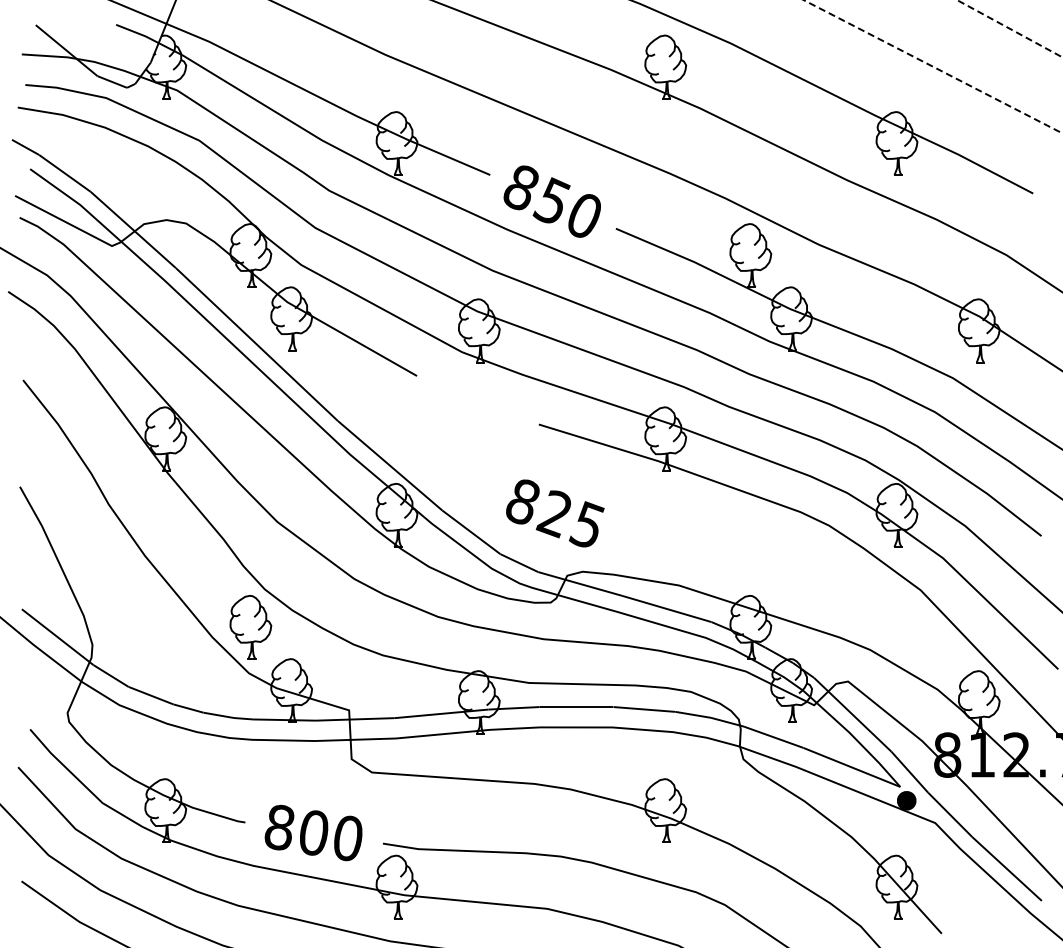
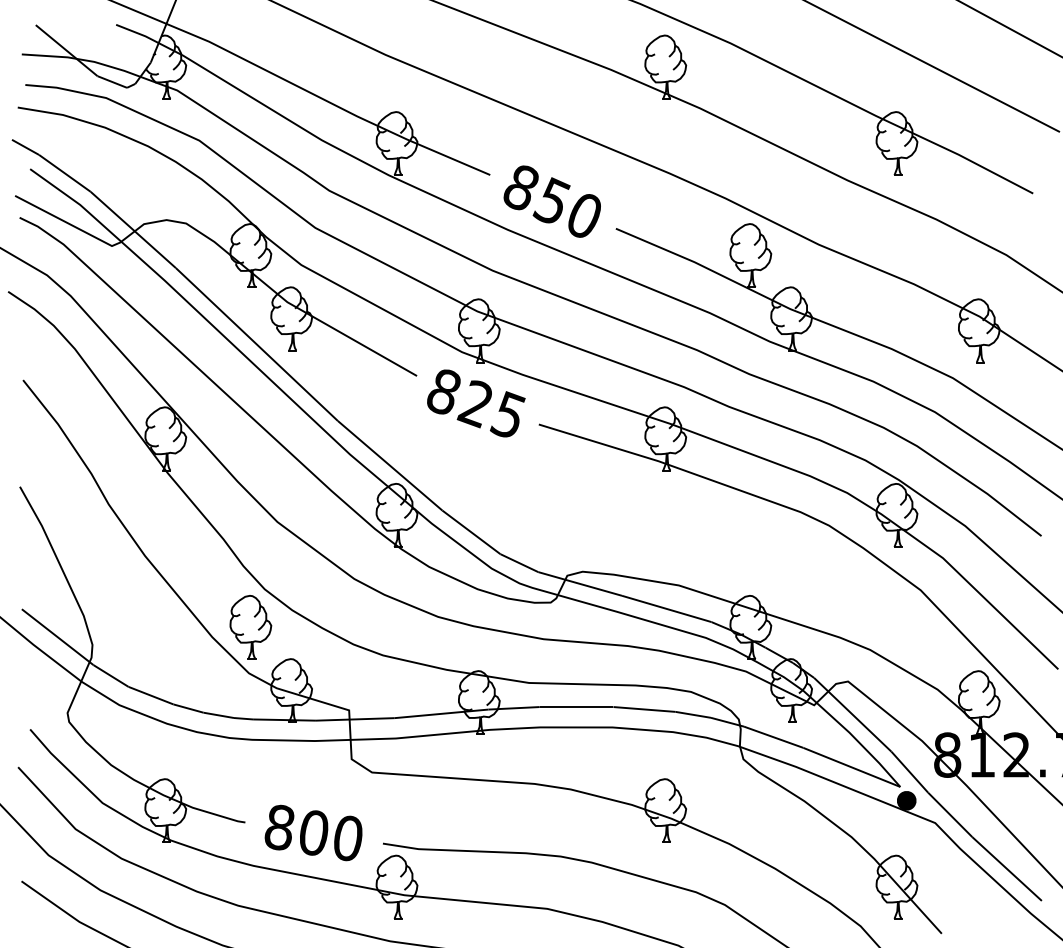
line at (1009, 28): dashed -> solid
line at (931, 66): dashed -> solid
text at (555, 513) position: (555, 513) -> (476, 403)
